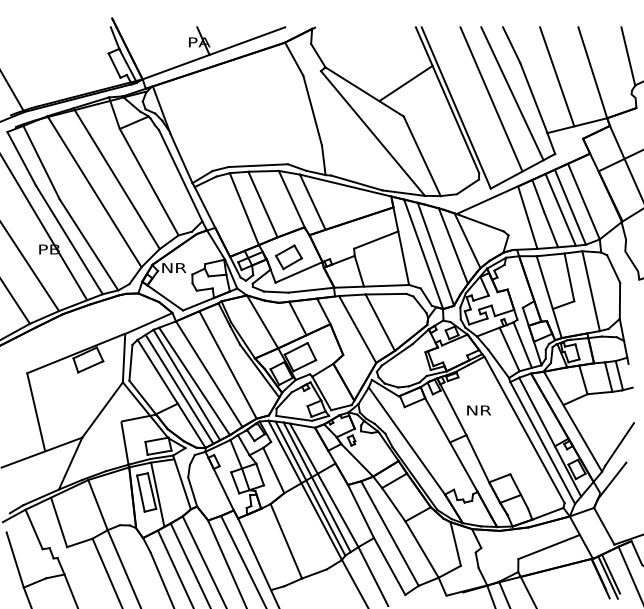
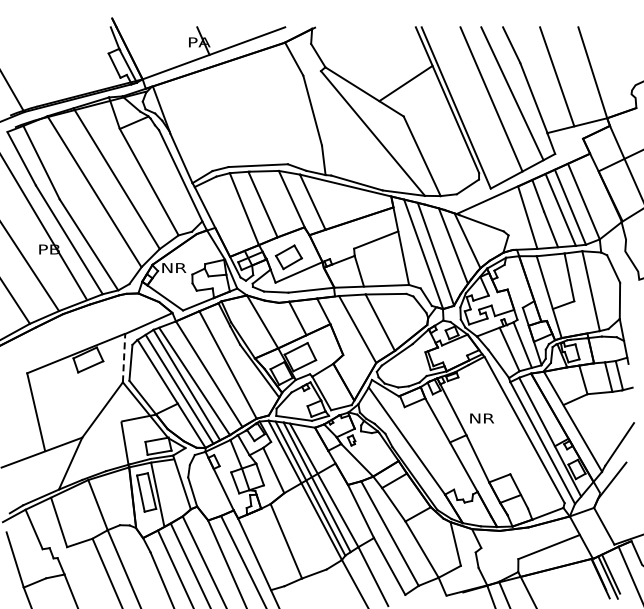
line at (628, 56): present -> none
line at (124, 357): solid -> dashed
text at (479, 410) position: (479, 410) -> (482, 418)
